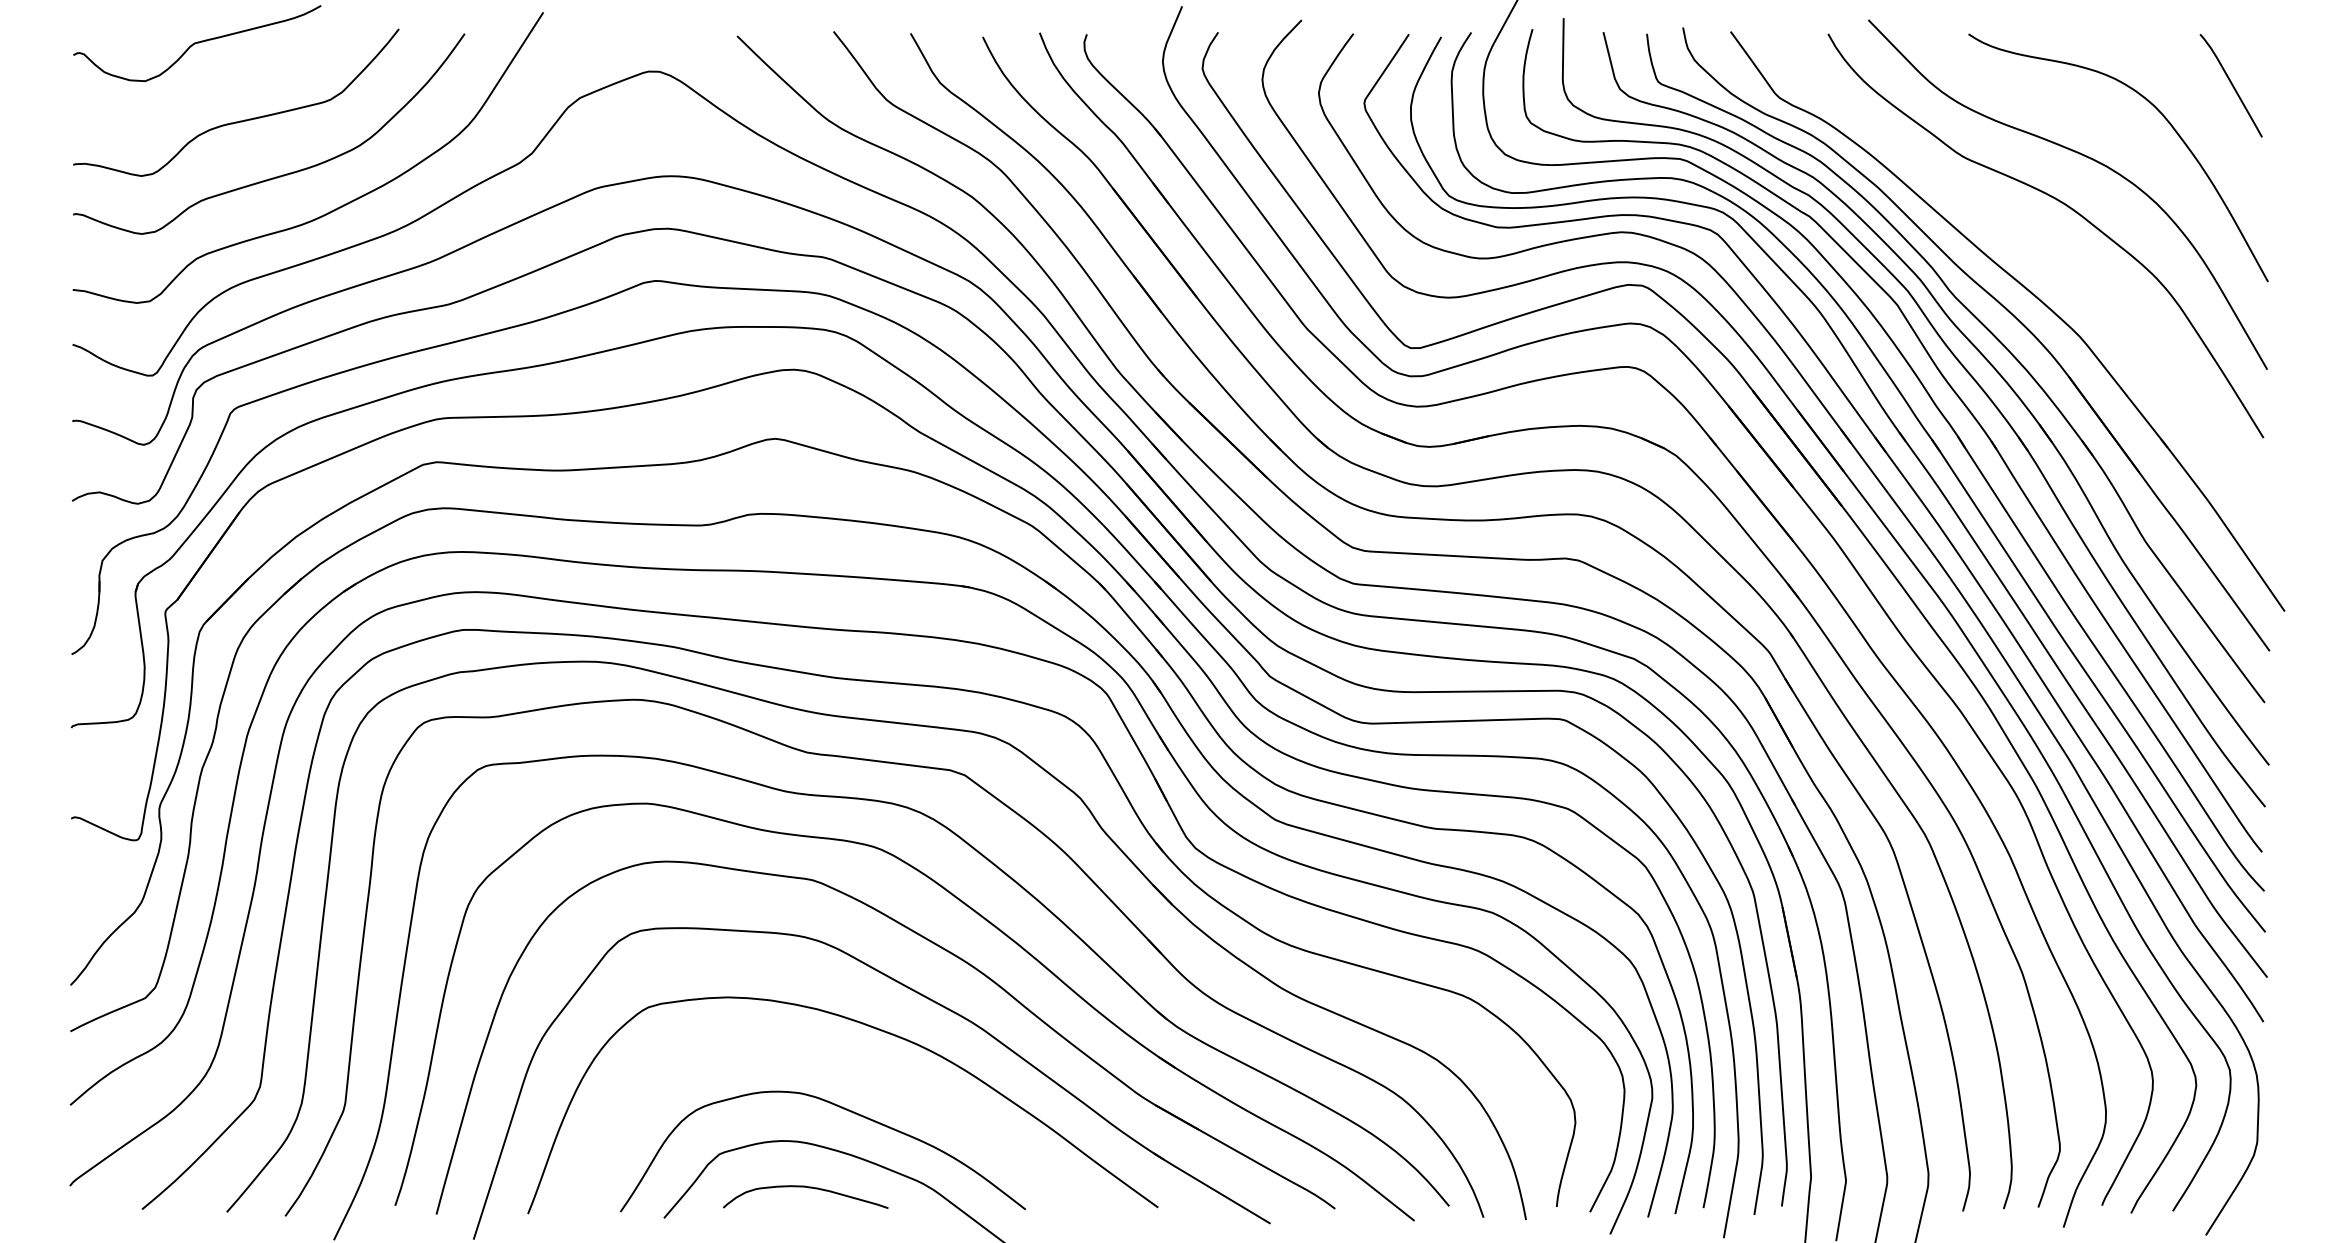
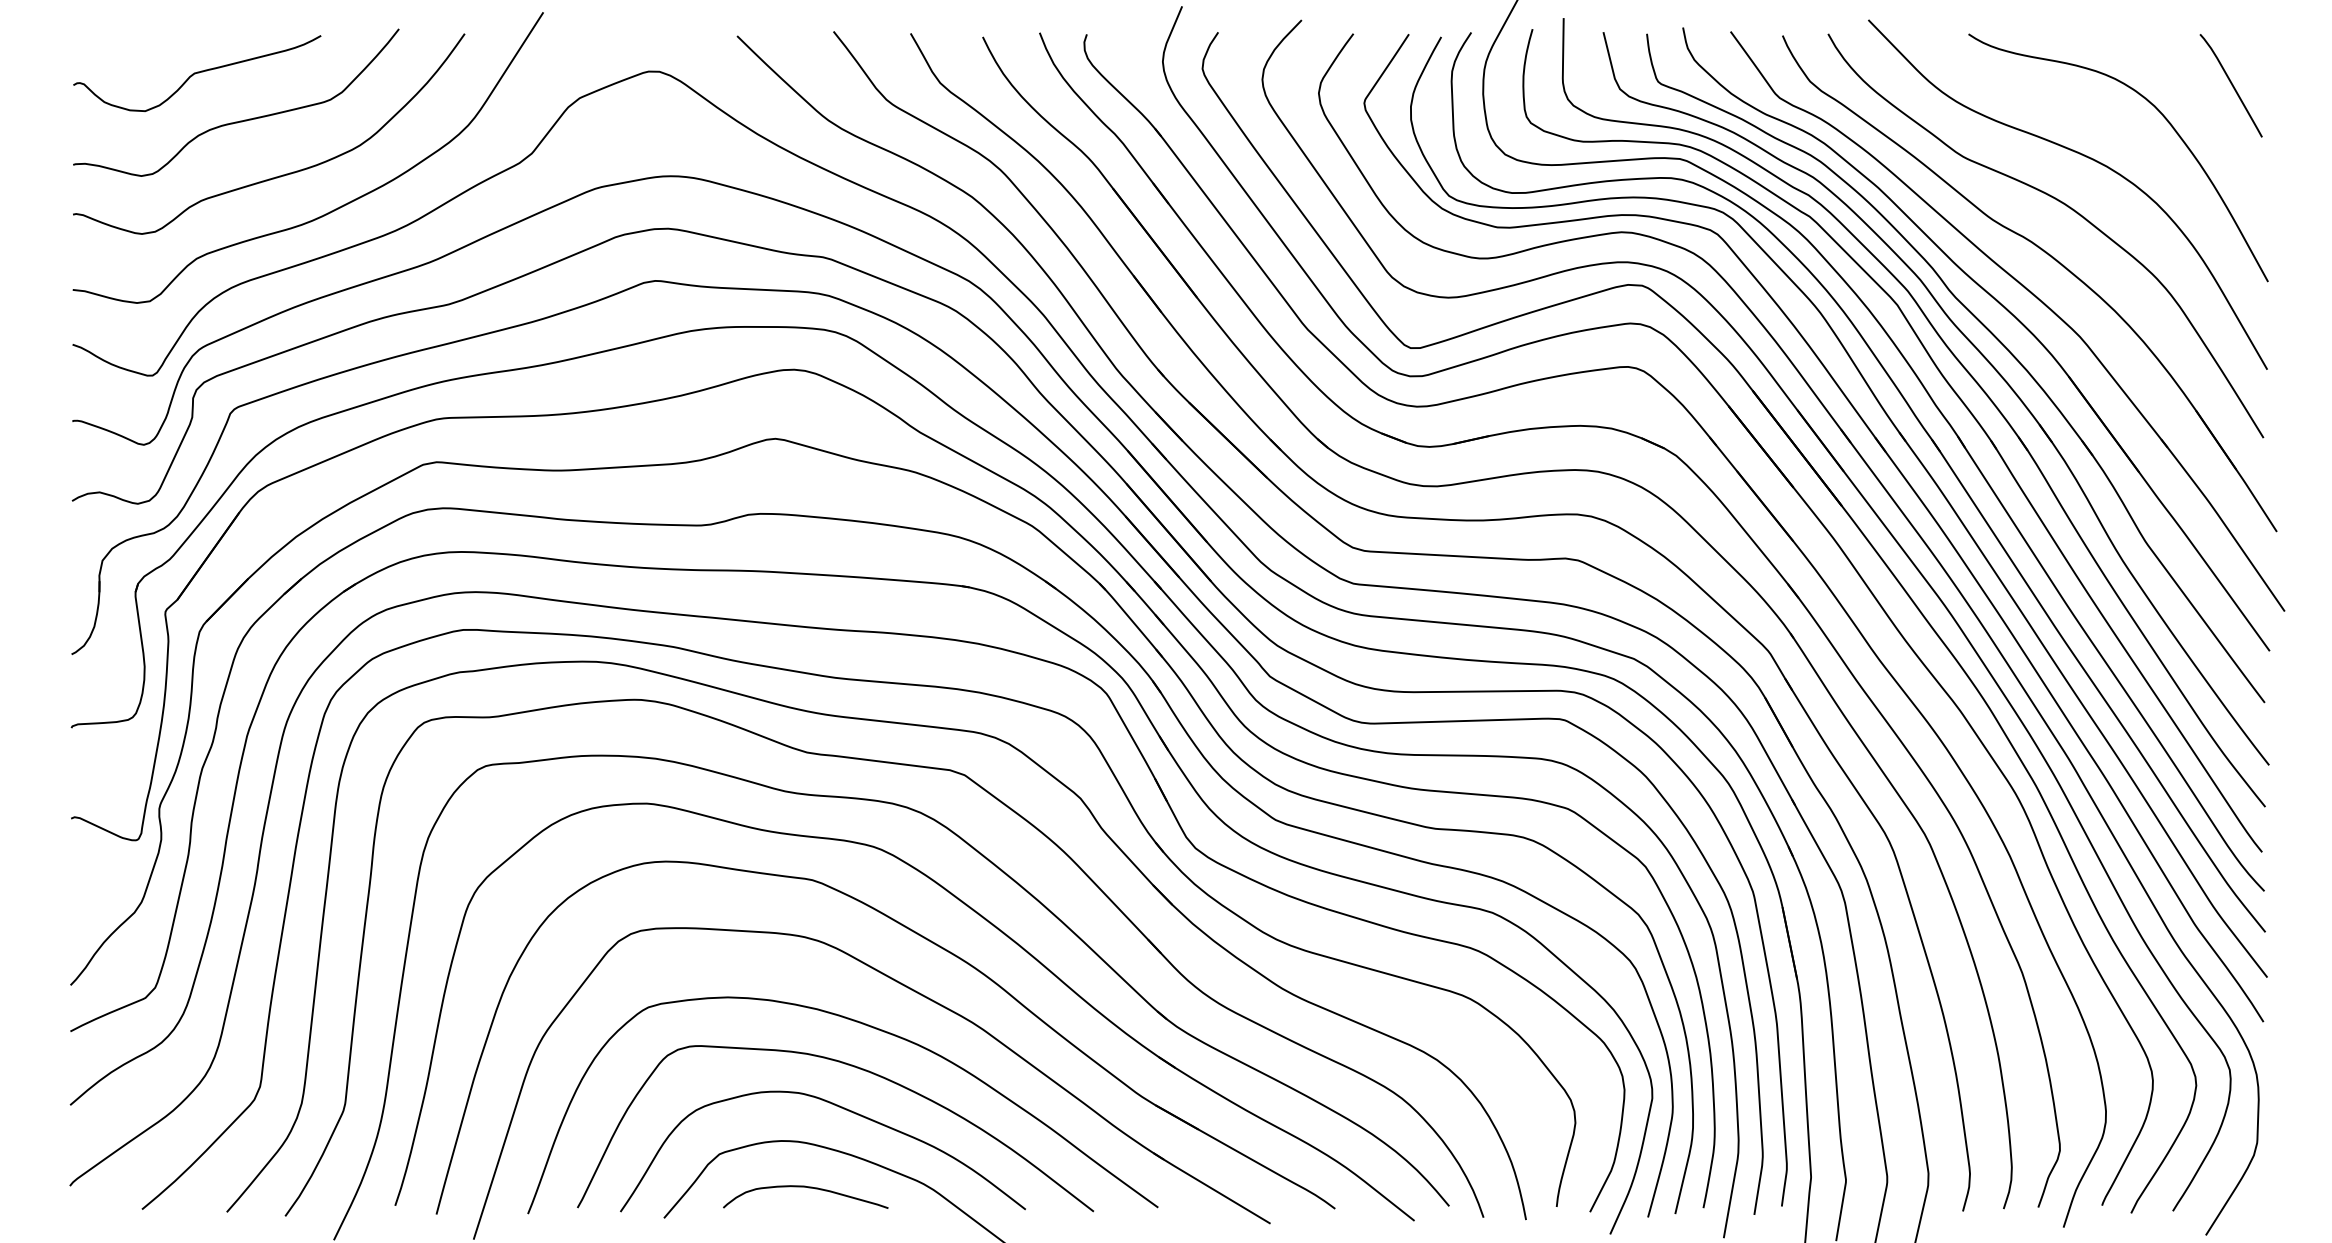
curve at (197, 43) position: (197, 43) -> (197, 73)
part at (2049, 256): none -> present
curve at (856, 1068): none -> present
